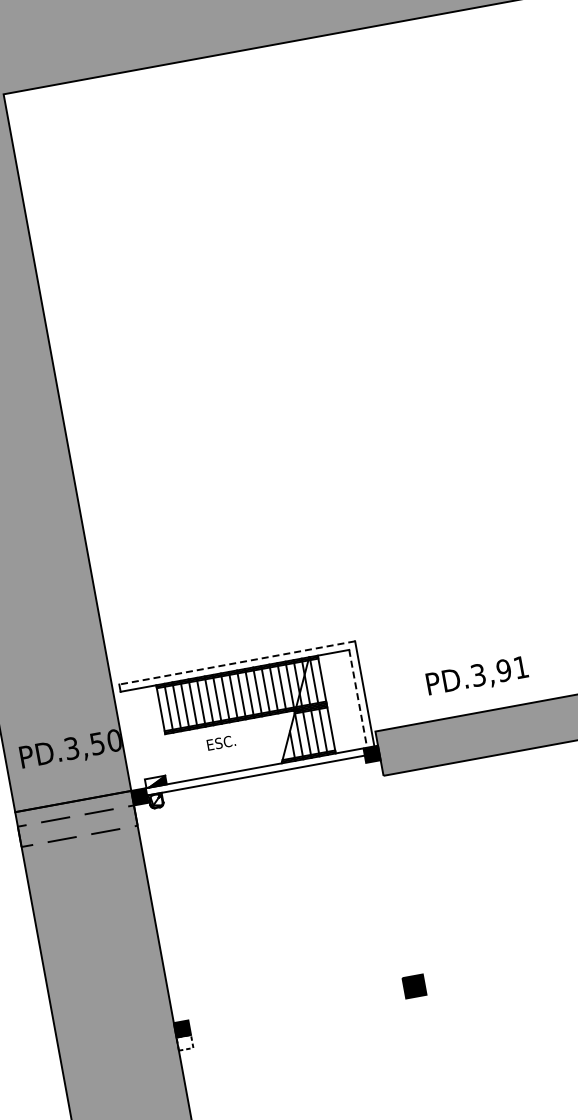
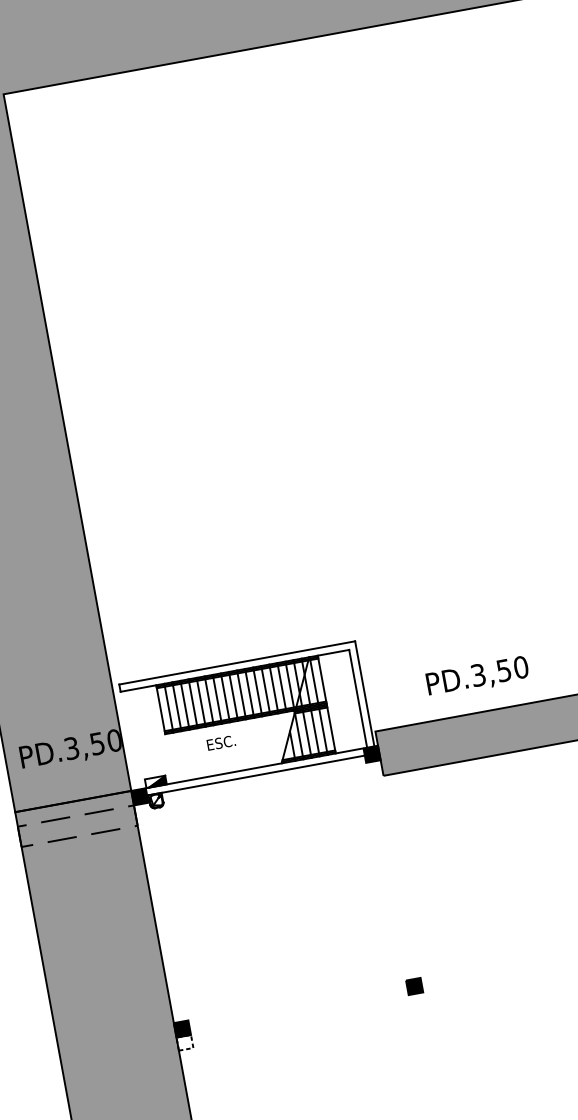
line at (237, 662): dashed -> solid
text at (512, 669): PD.3,91 -> PD.3,50
line at (358, 698): dashed -> solid
part at (414, 986) size: 27x27 px -> 20x19 px
